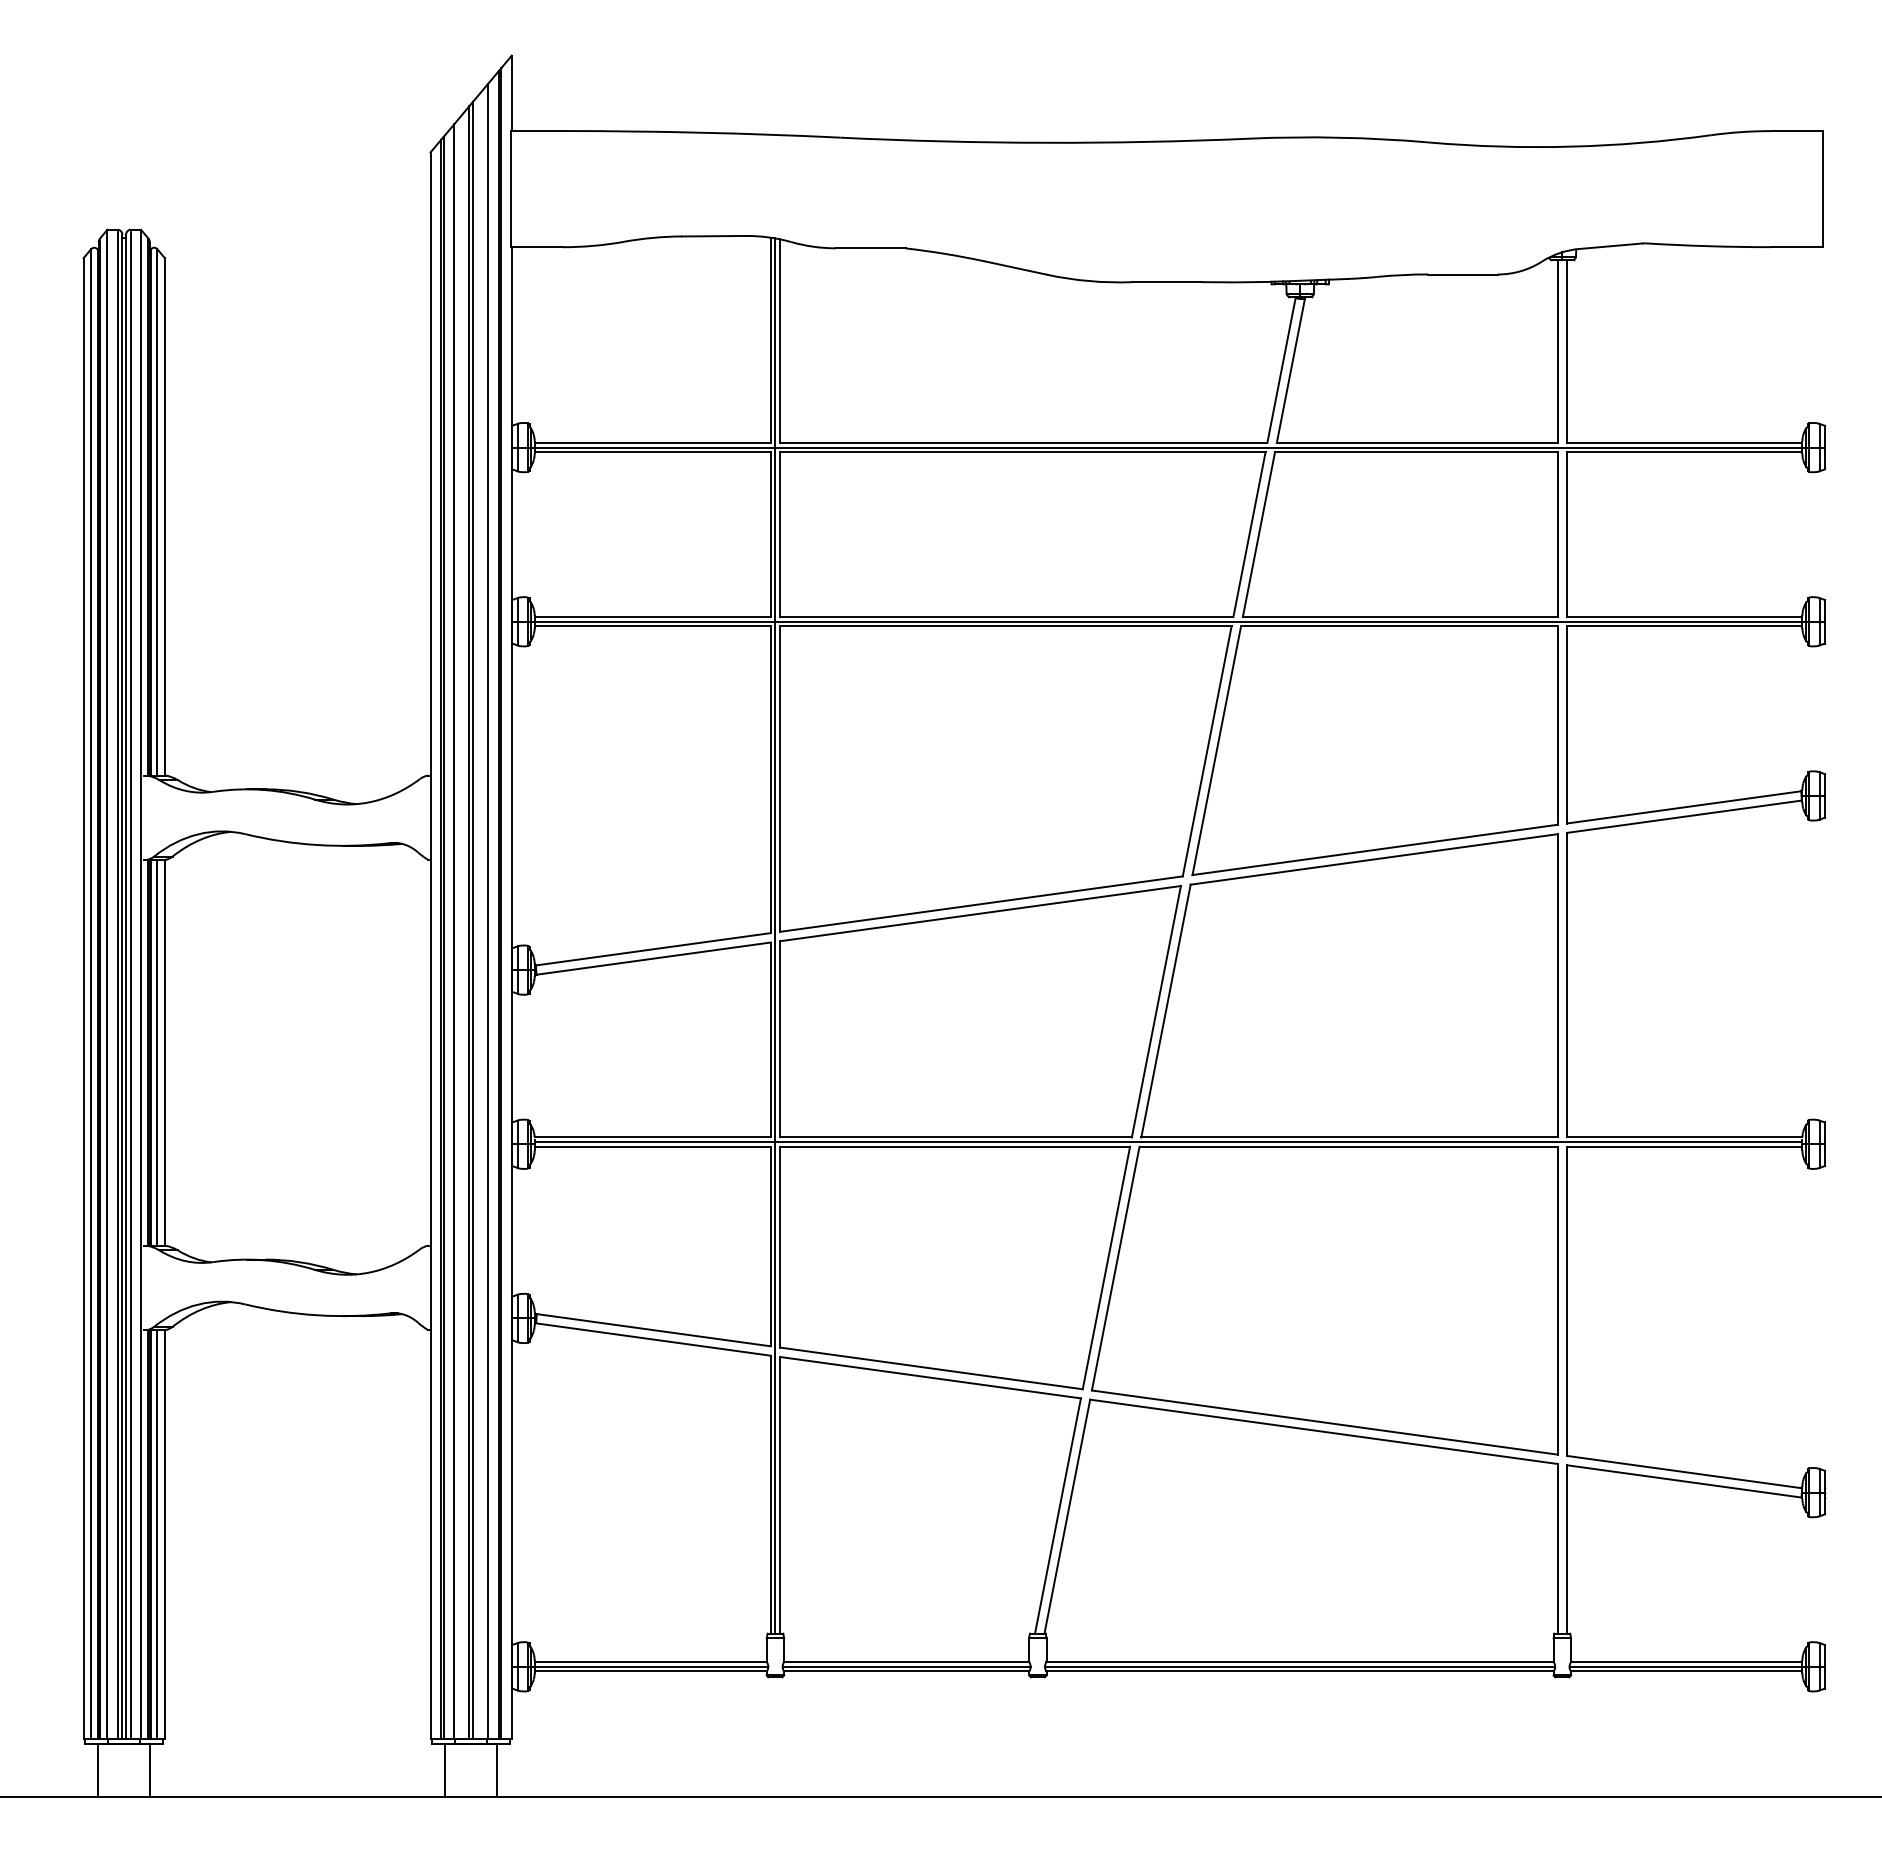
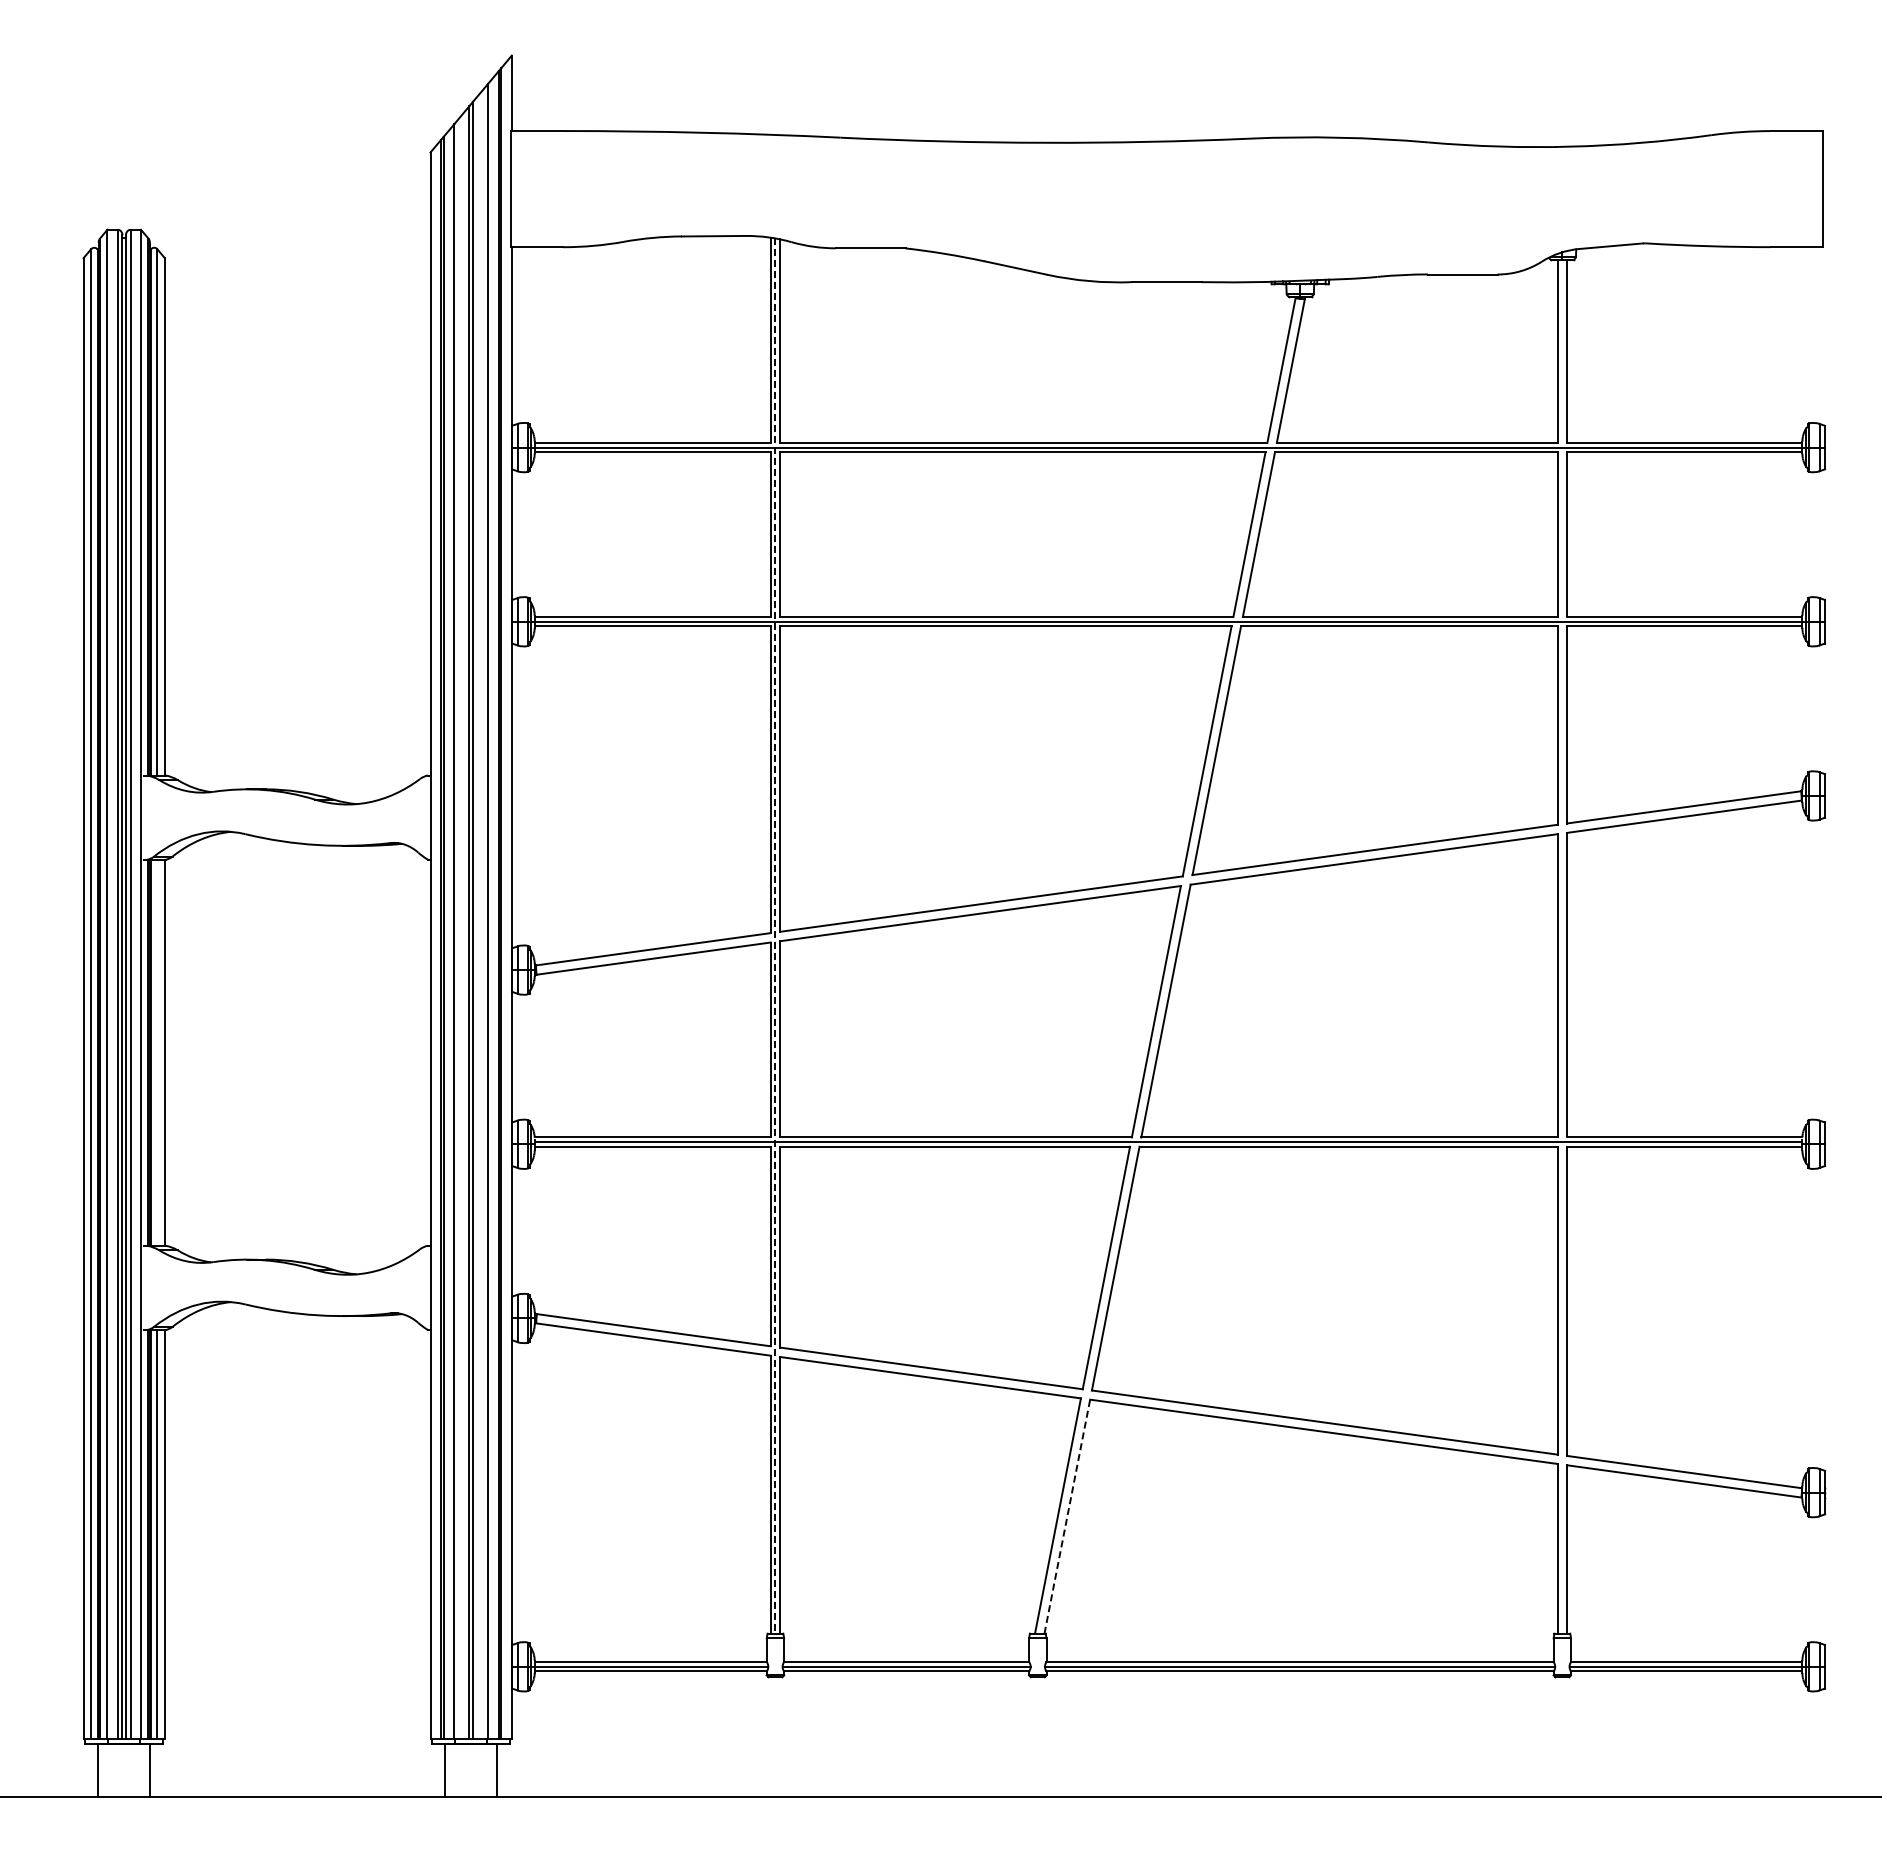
line at (775, 936): solid -> dashed
line at (157, 1052): present -> none
line at (1067, 1516): solid -> dashed
